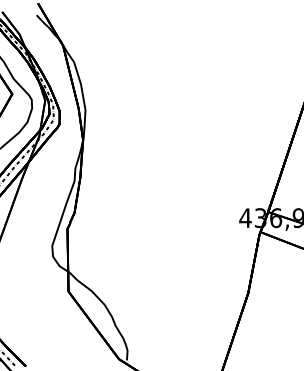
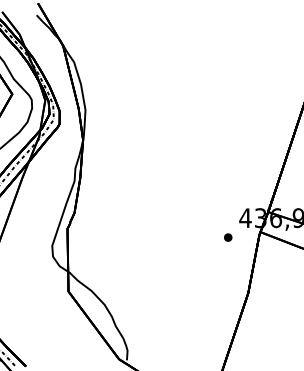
part at (228, 237): none -> present
